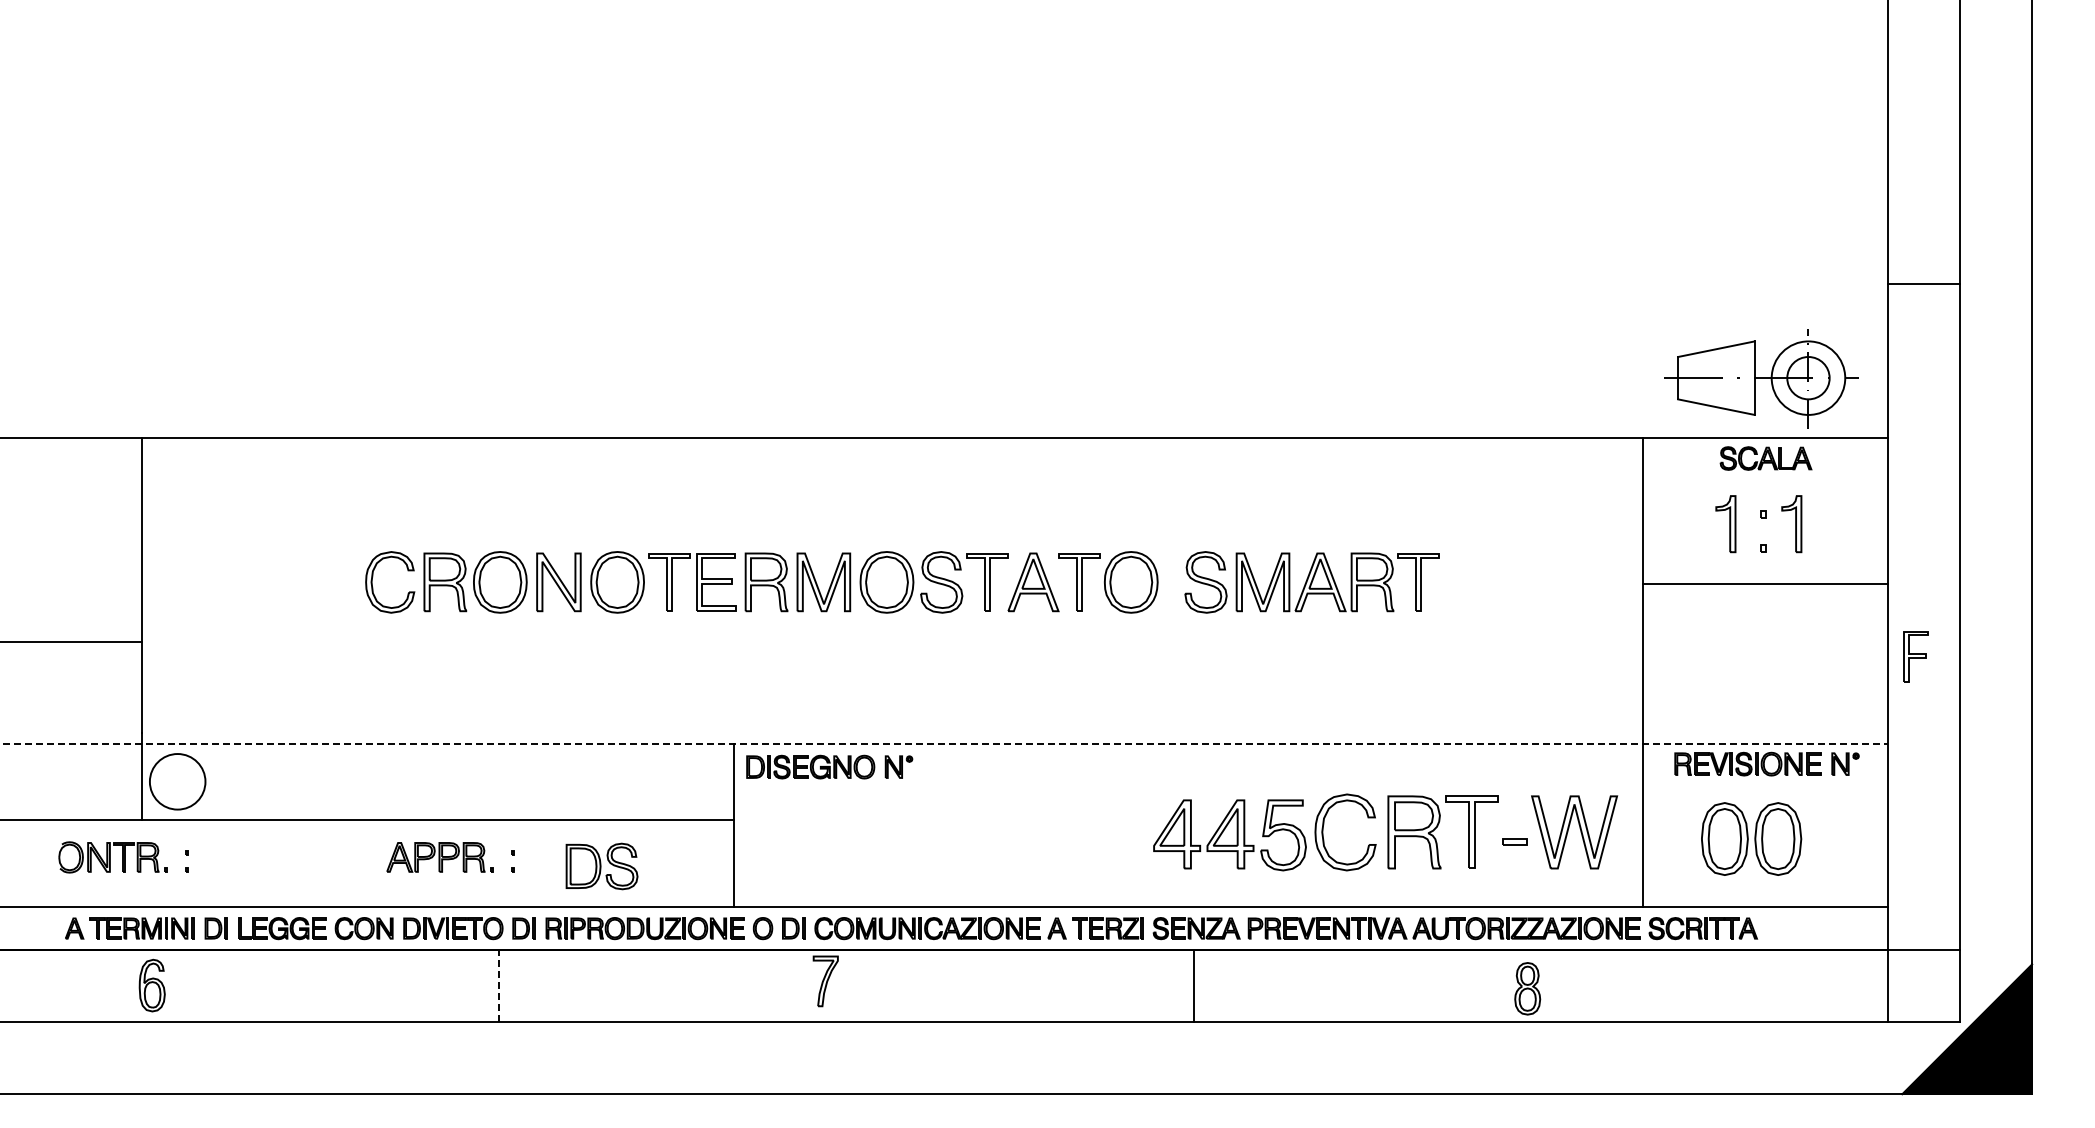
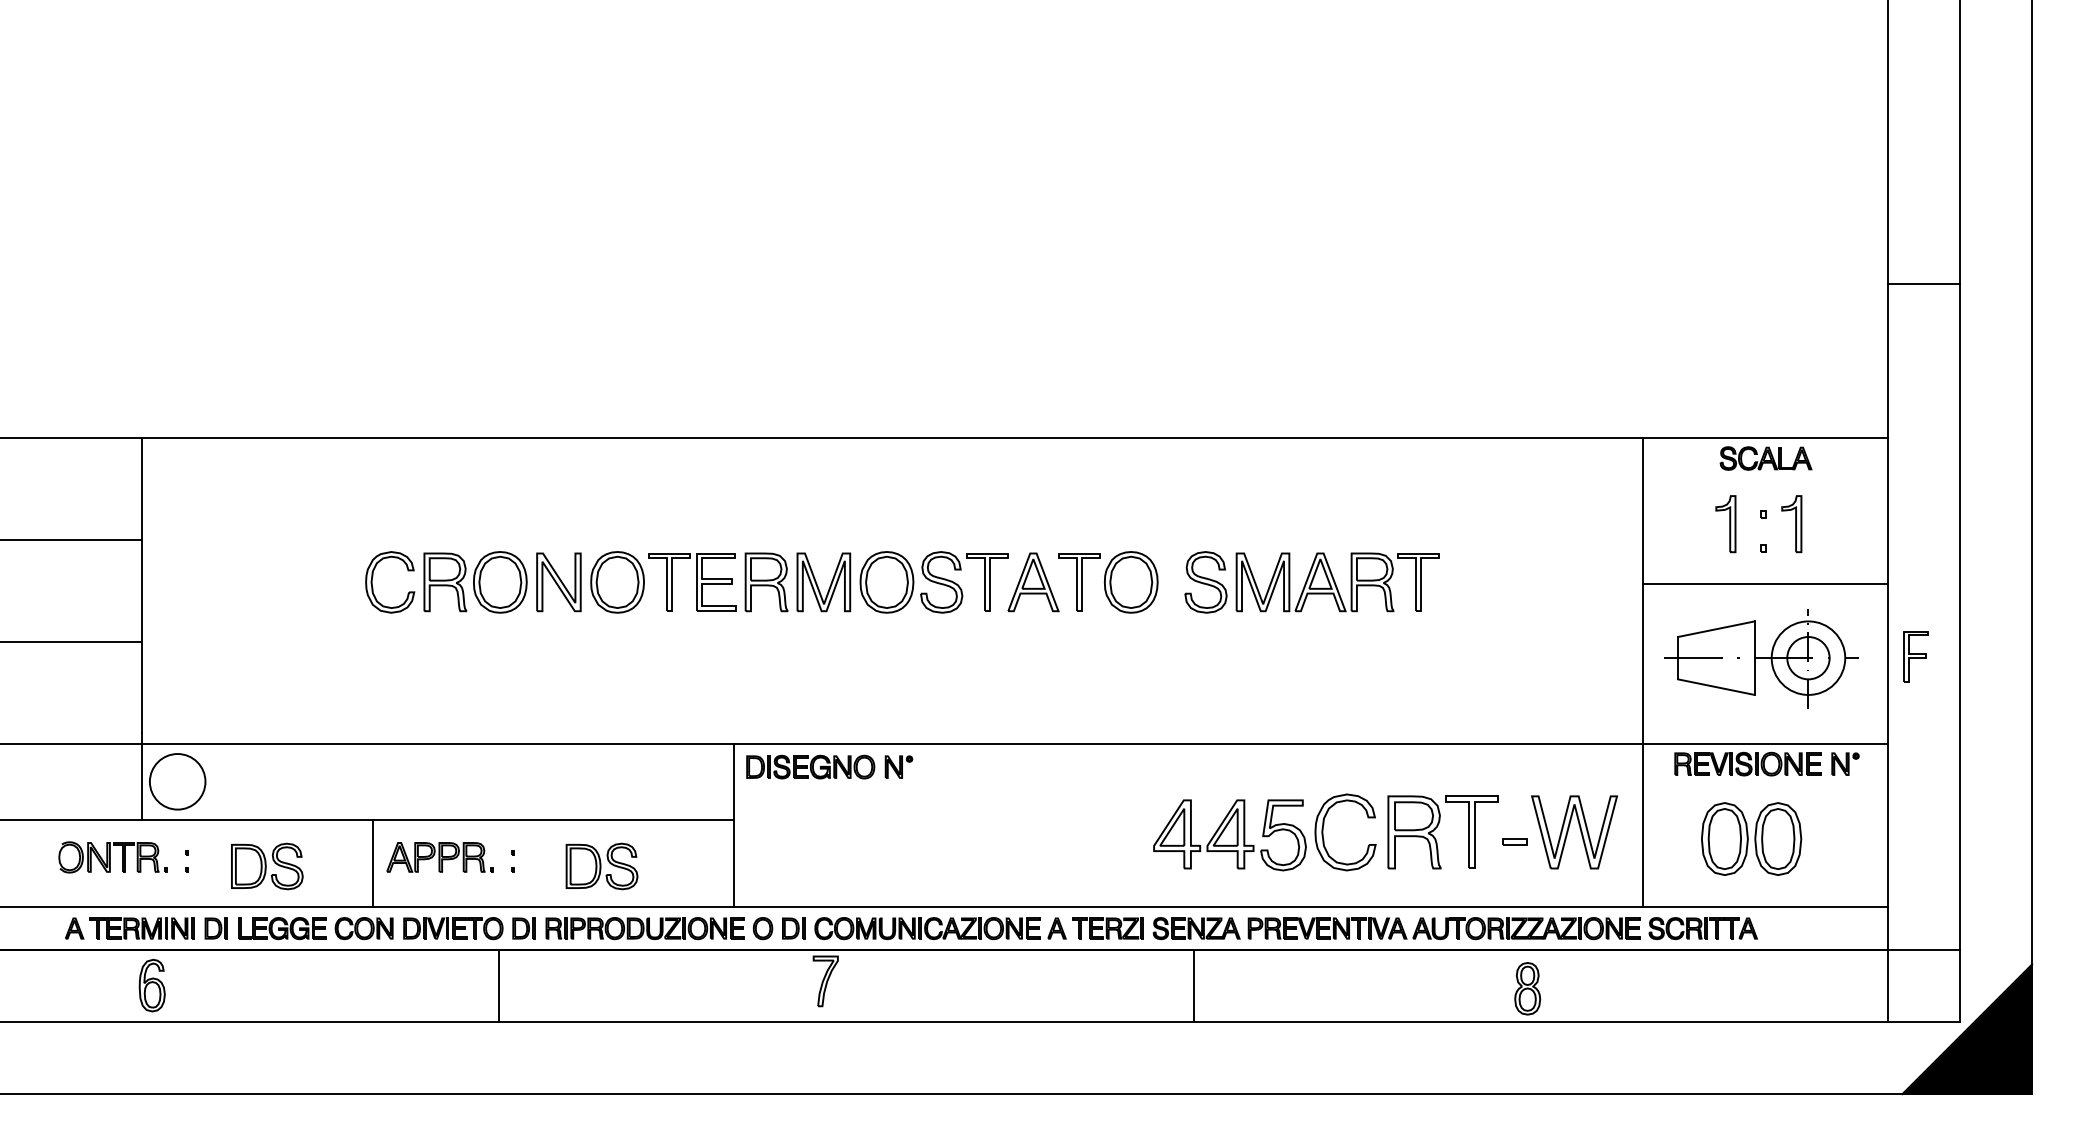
part at (1761, 378) position: (1761, 378) -> (1761, 658)
line at (72, 539): none -> present
line at (944, 743): dashed -> solid
line at (372, 863): none -> present
part at (267, 866): none -> present
line at (499, 985): dashed -> solid
